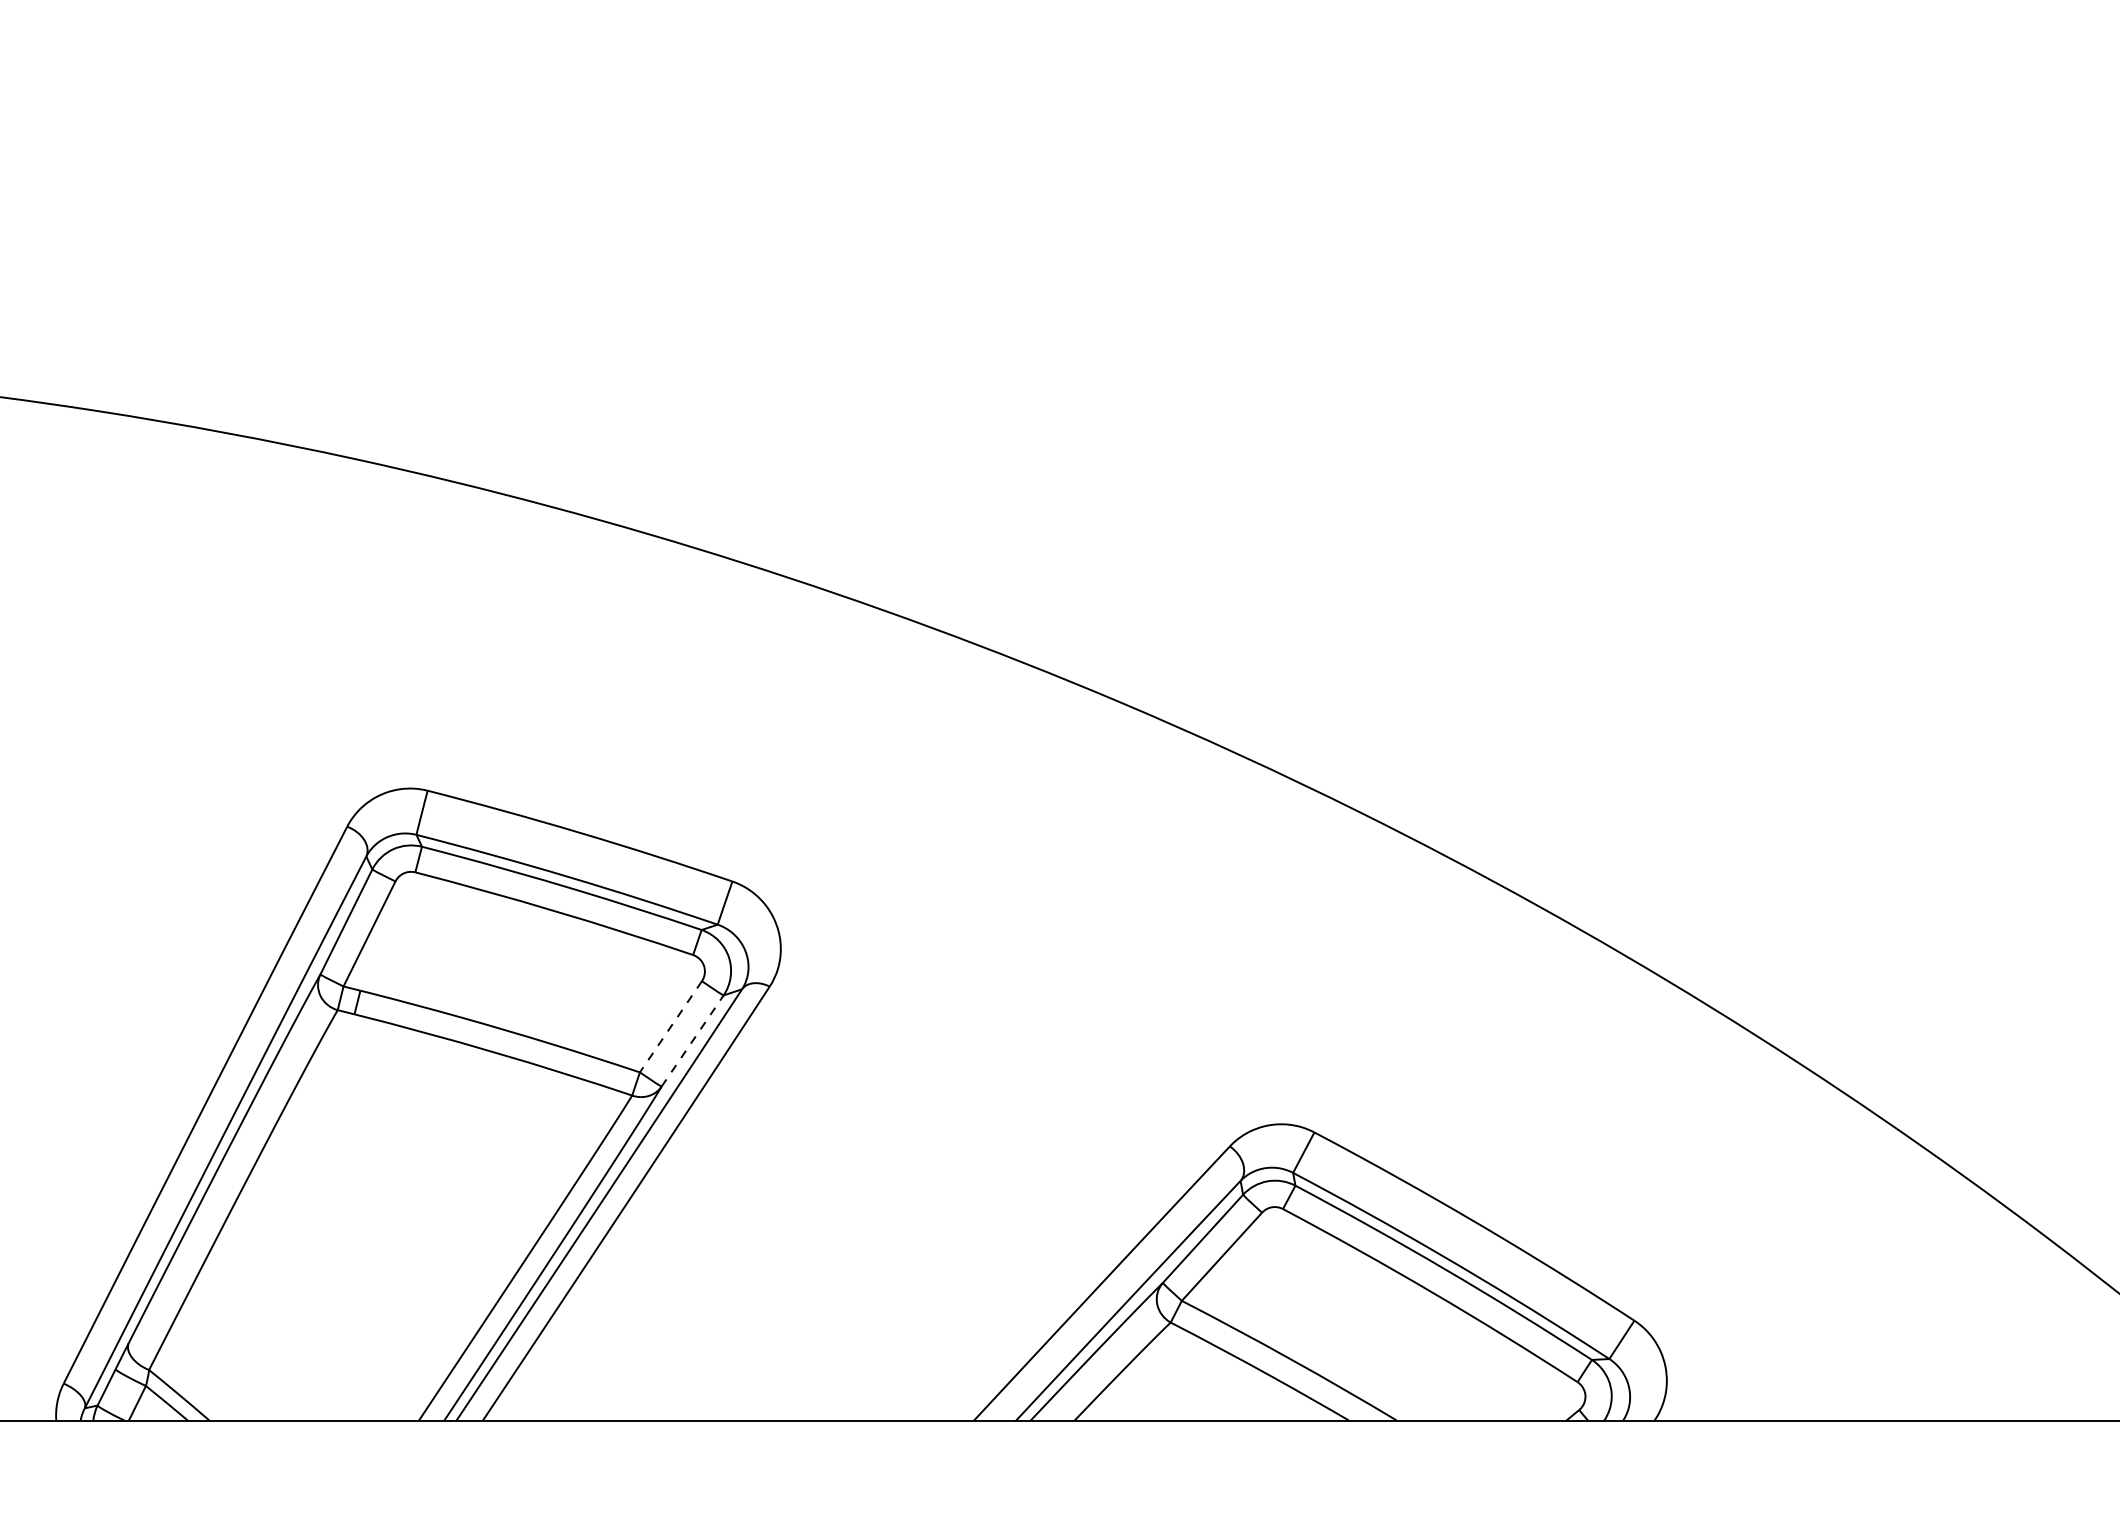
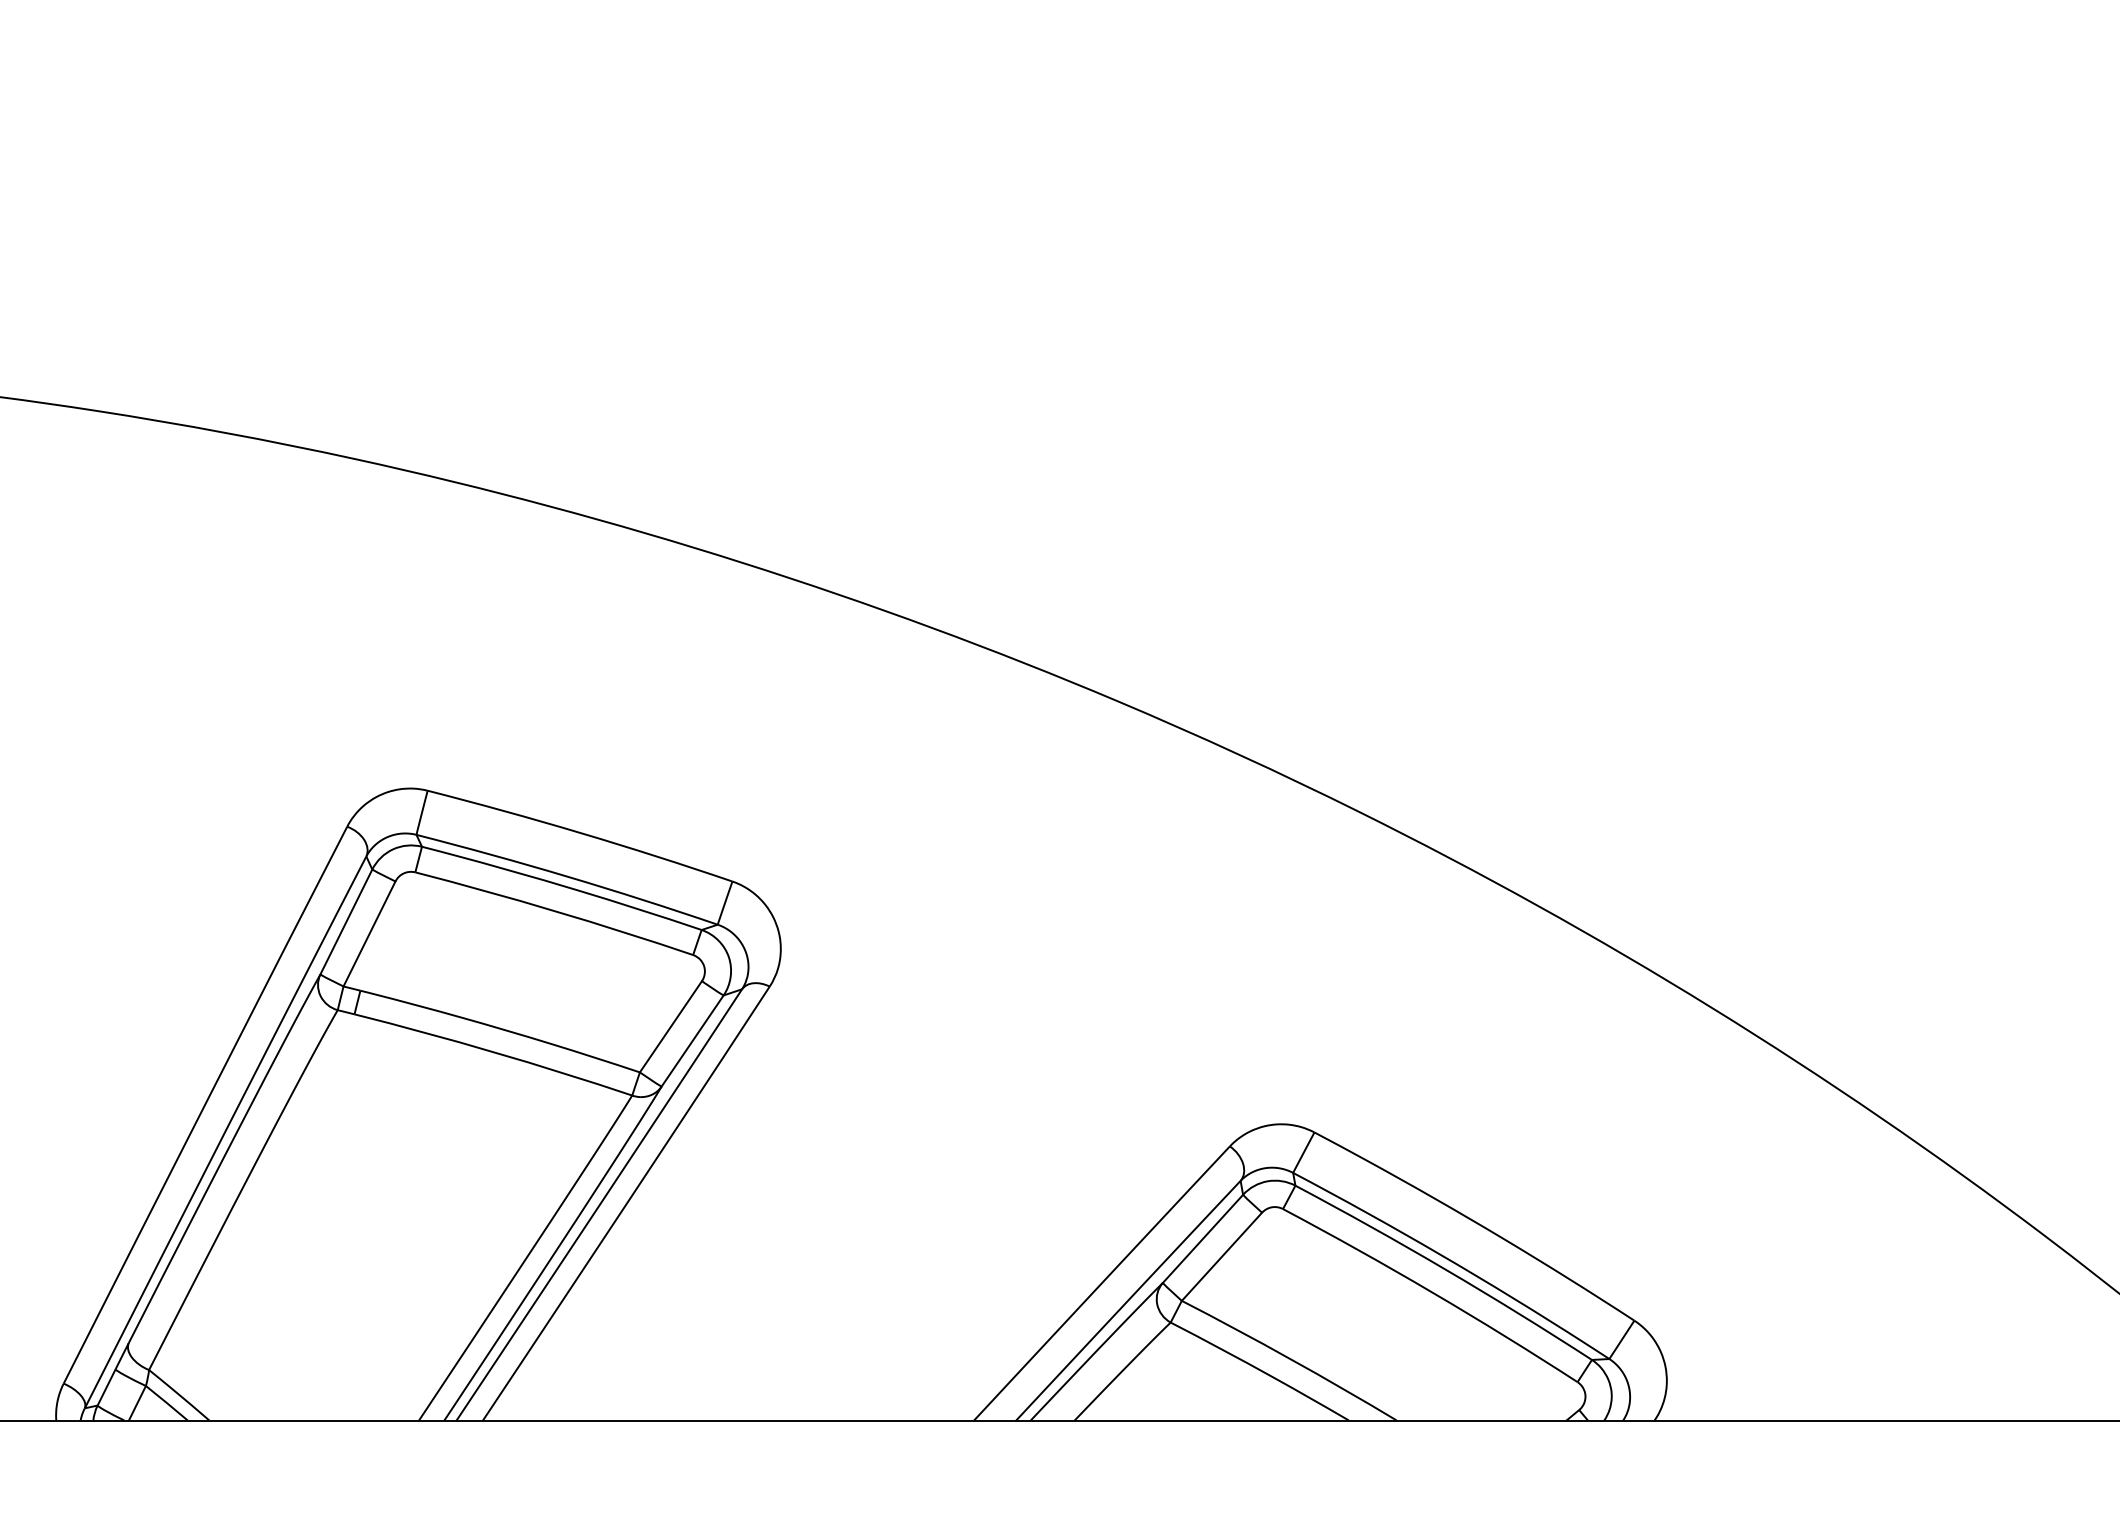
line at (670, 1027): dashed -> solid
line at (692, 1040): dashed -> solid
